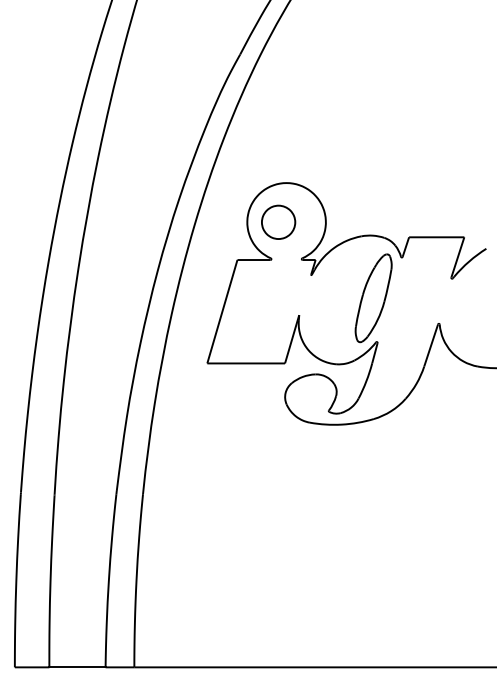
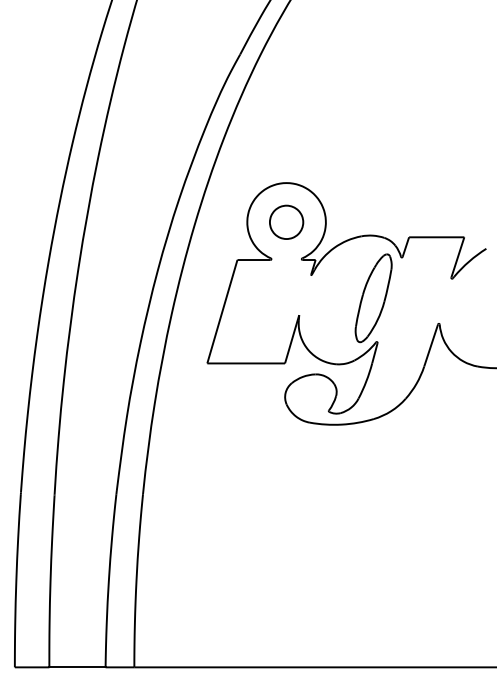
part at (278, 221) position: (278, 221) -> (286, 221)
